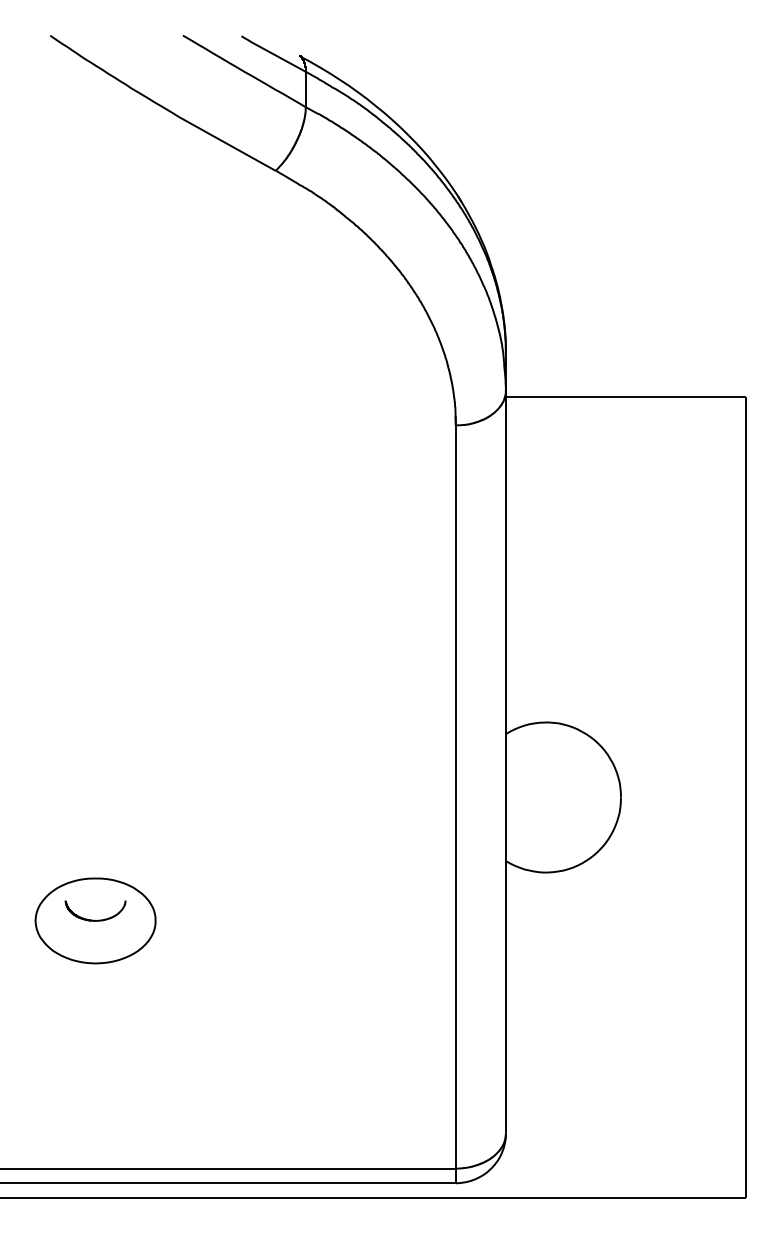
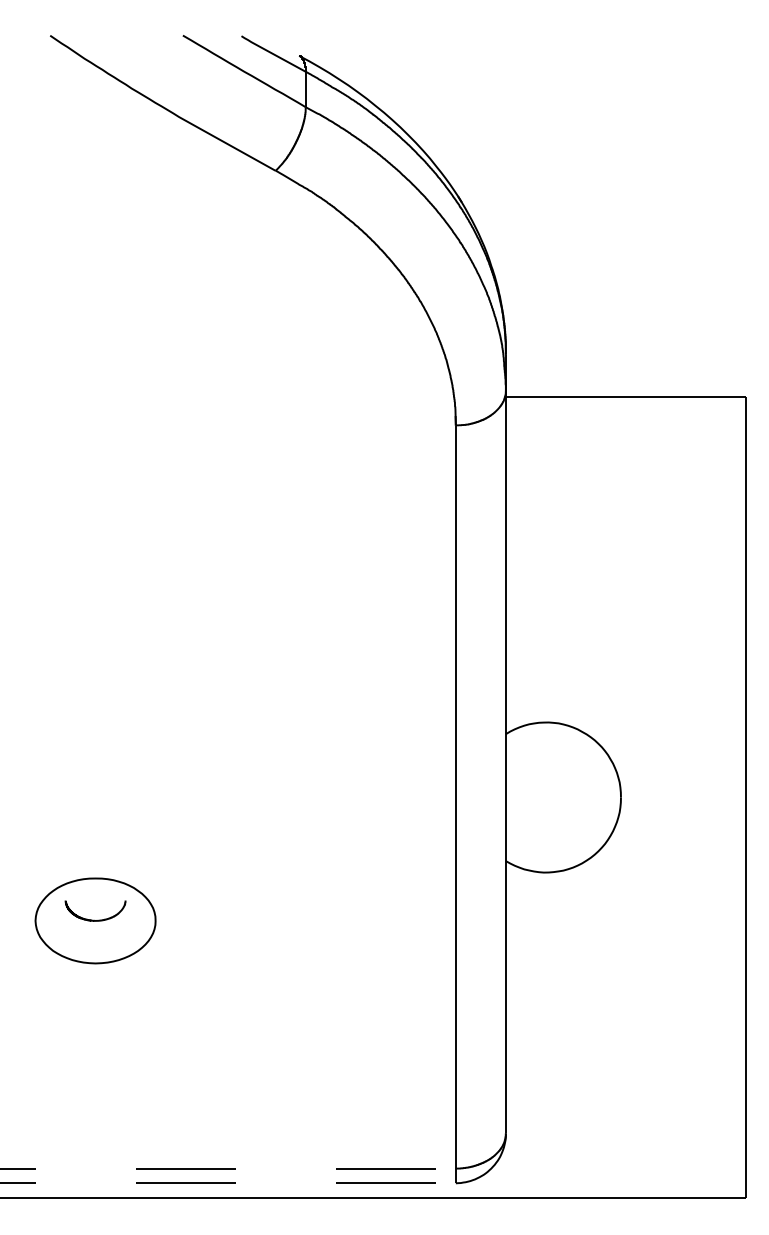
line at (228, 1168): solid -> dashed
line at (228, 1183): solid -> dashed
